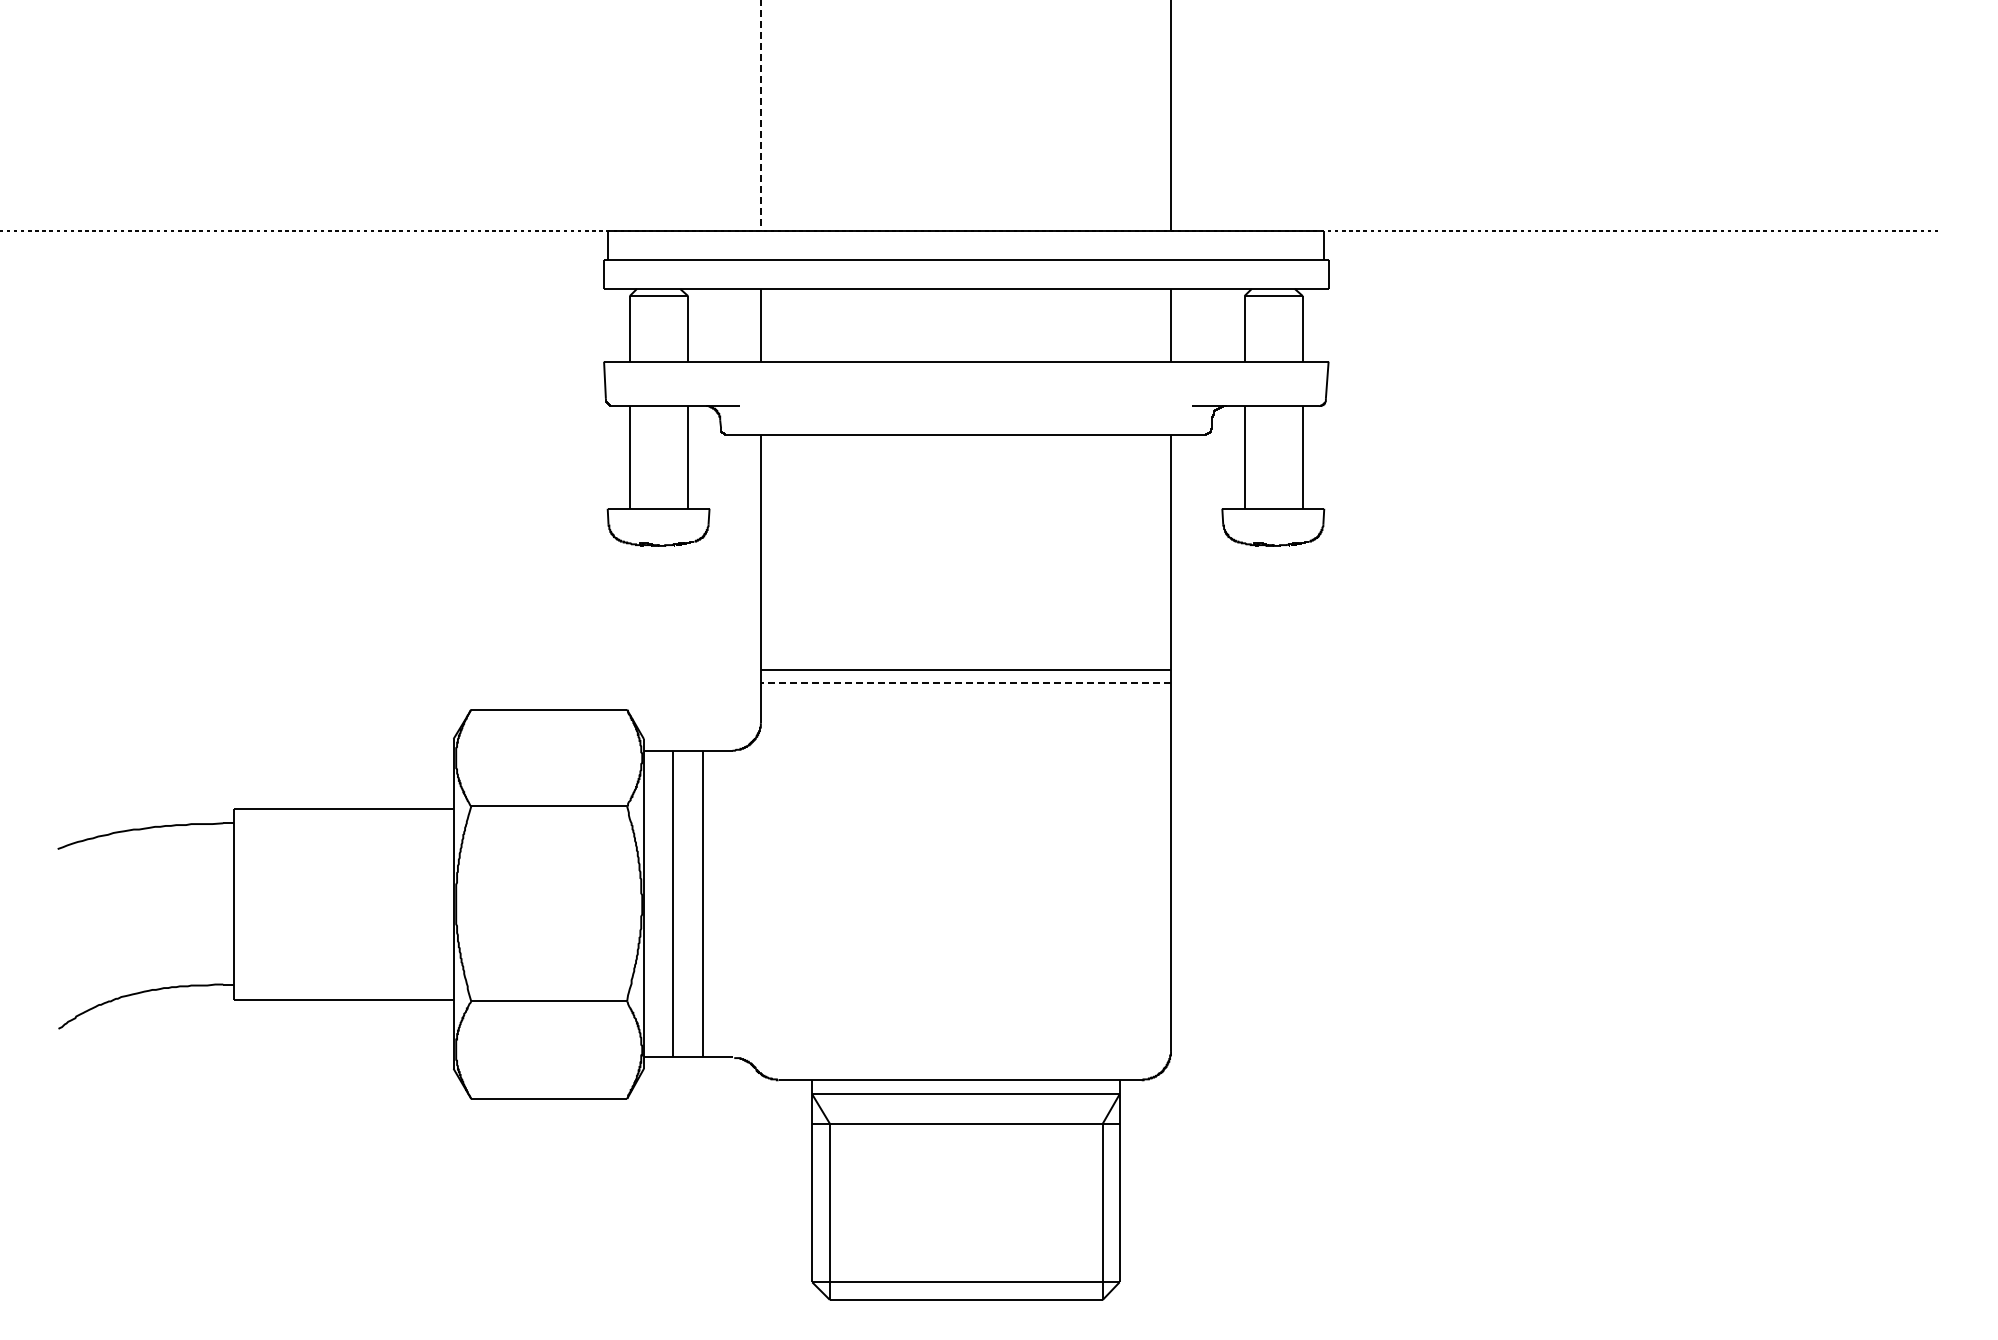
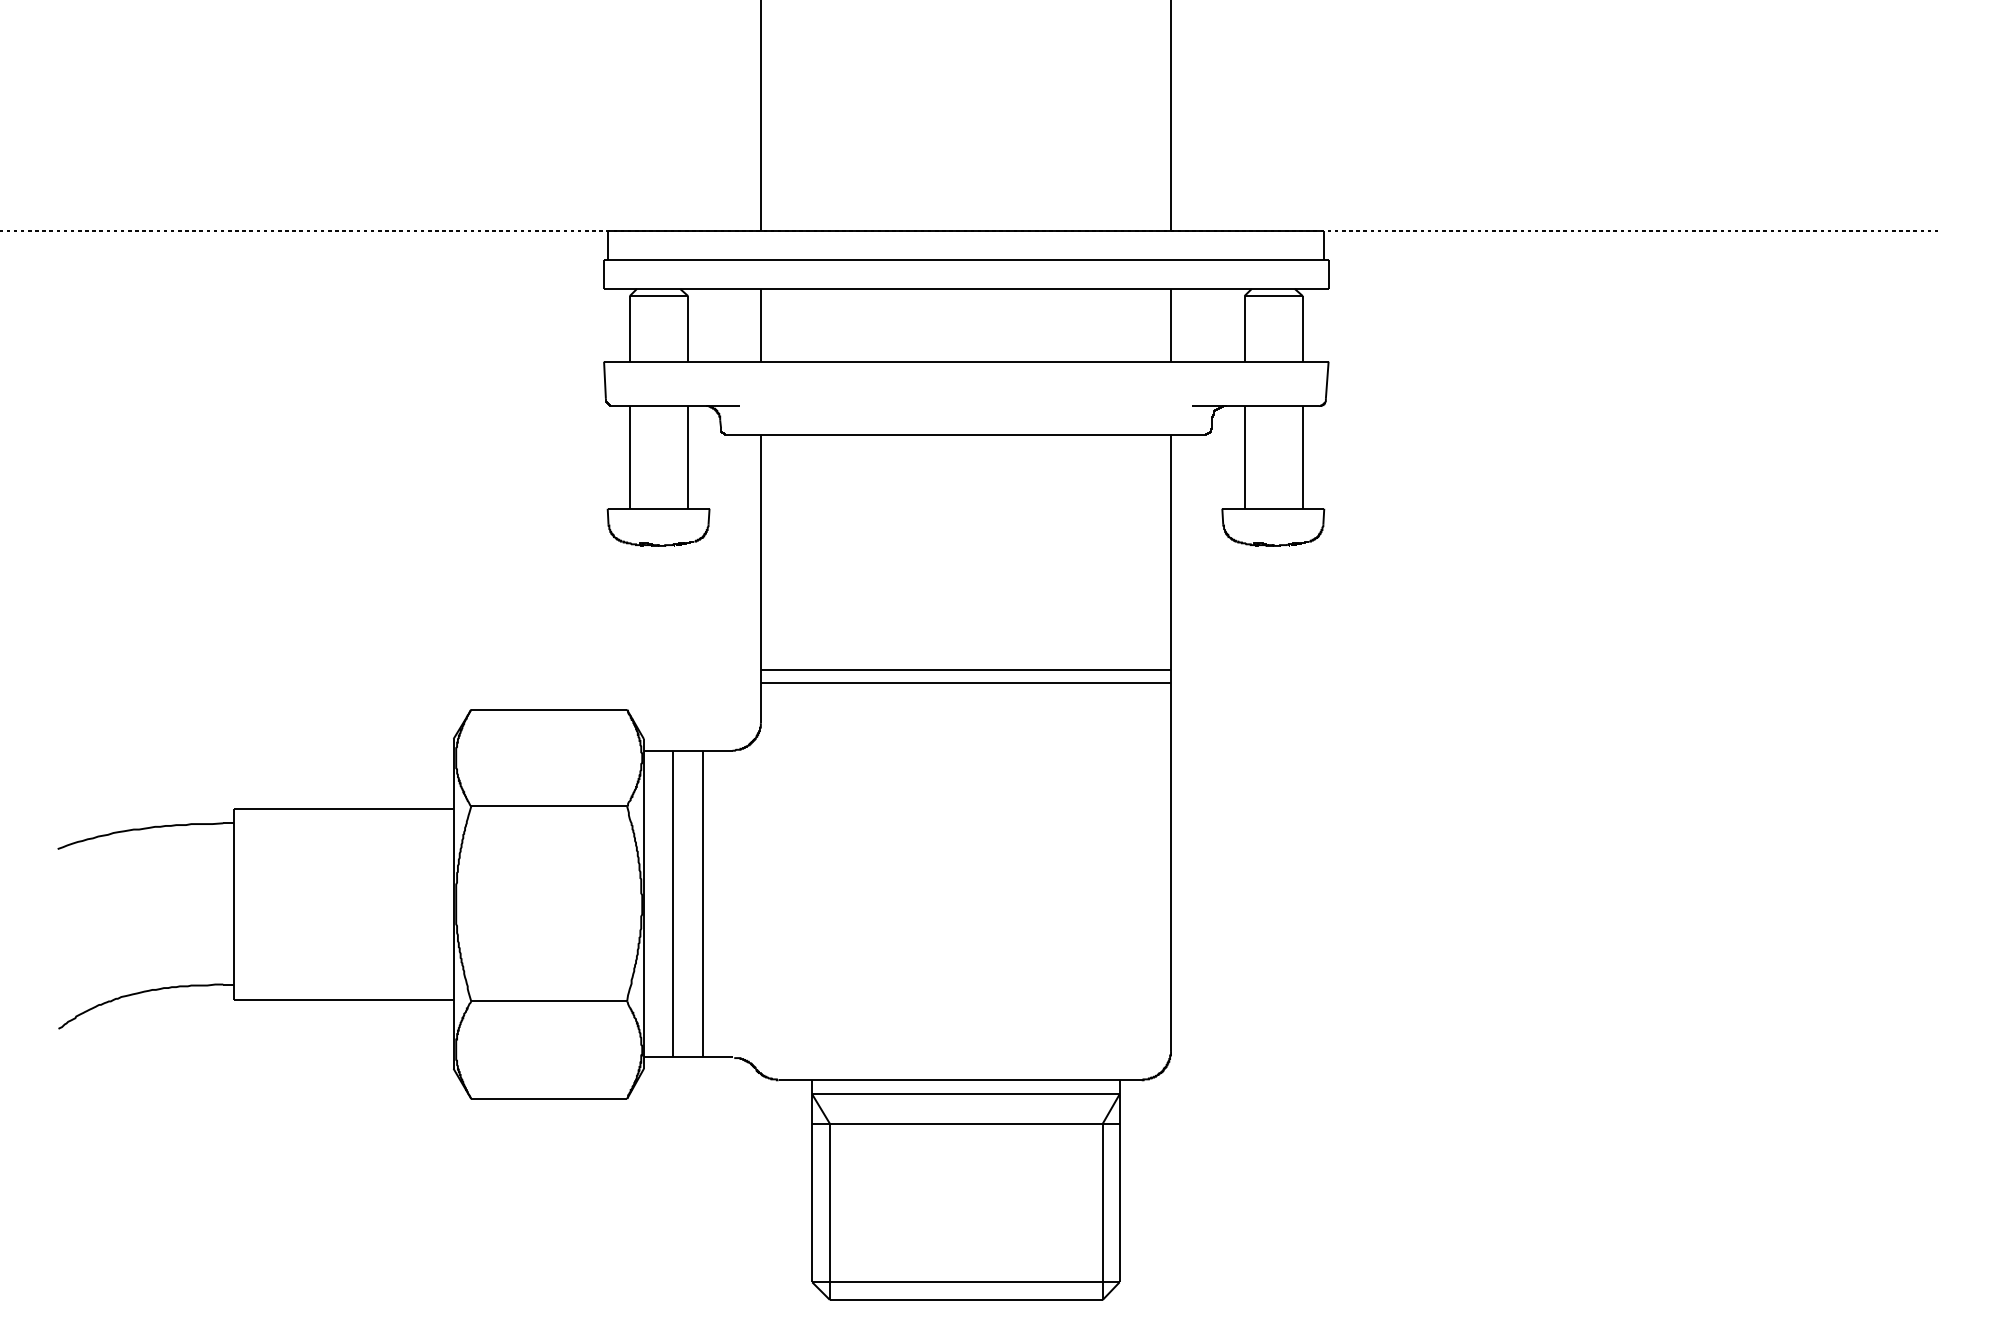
line at (760, 115): dashed -> solid
line at (965, 683): dashed -> solid
